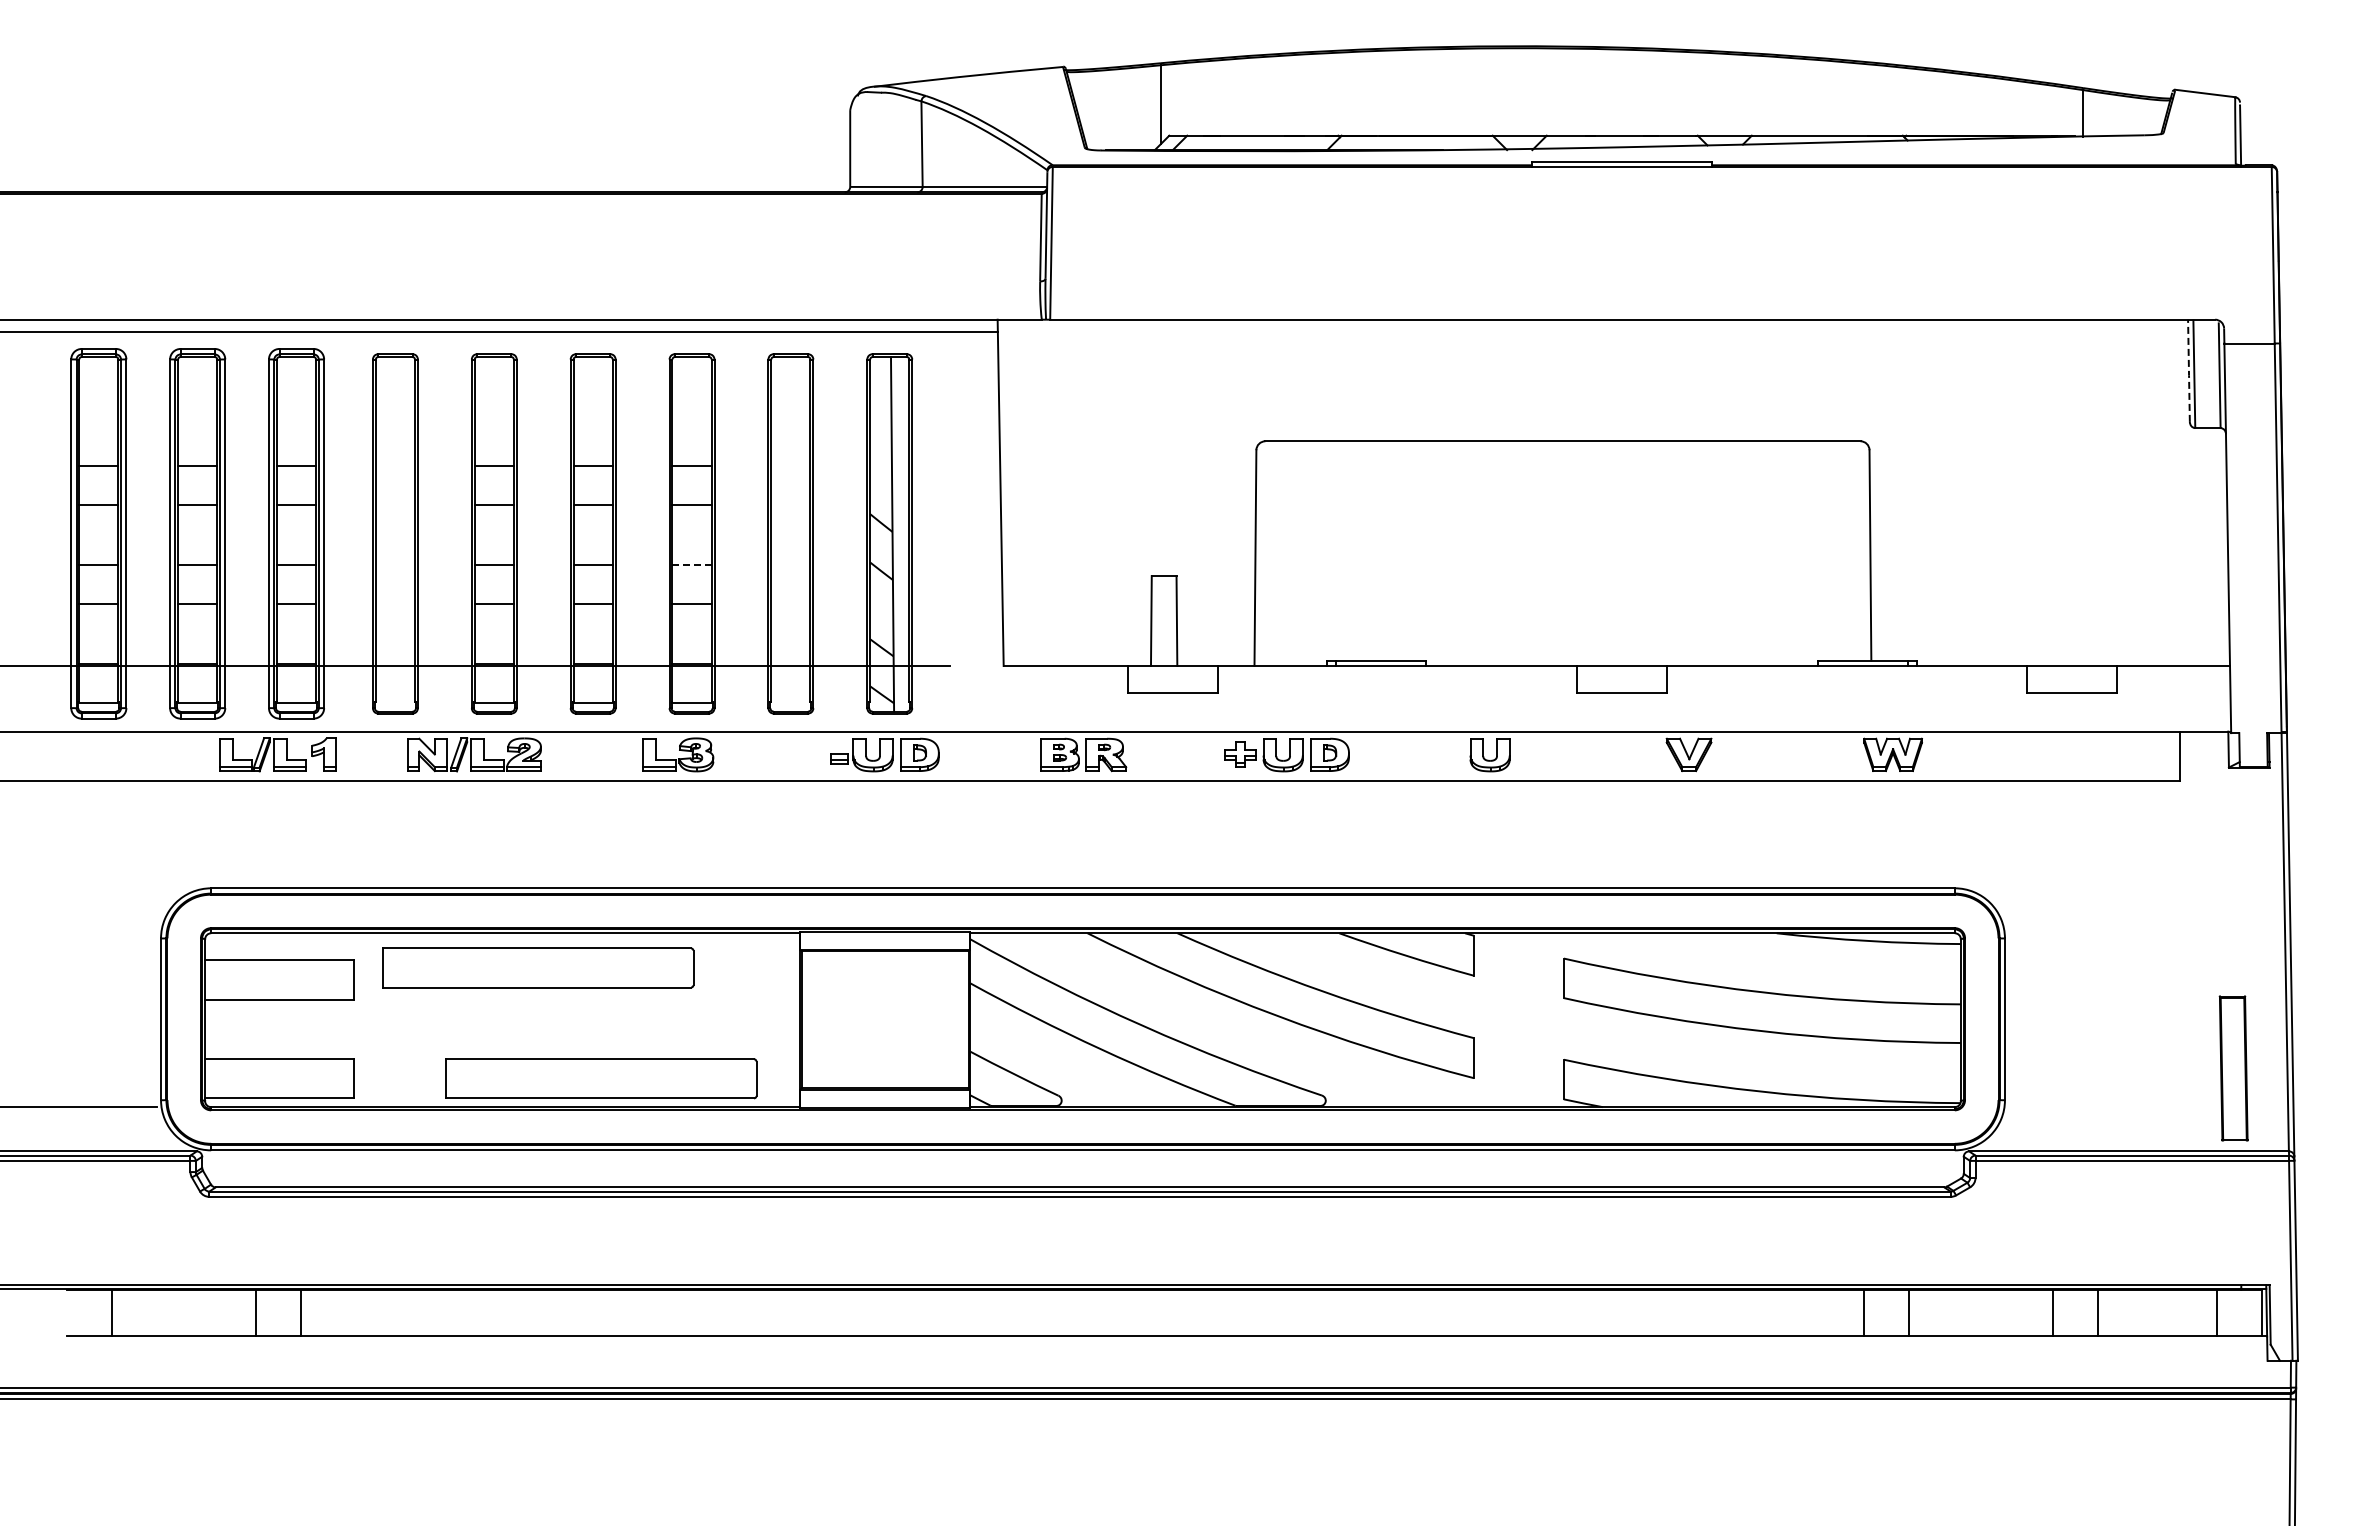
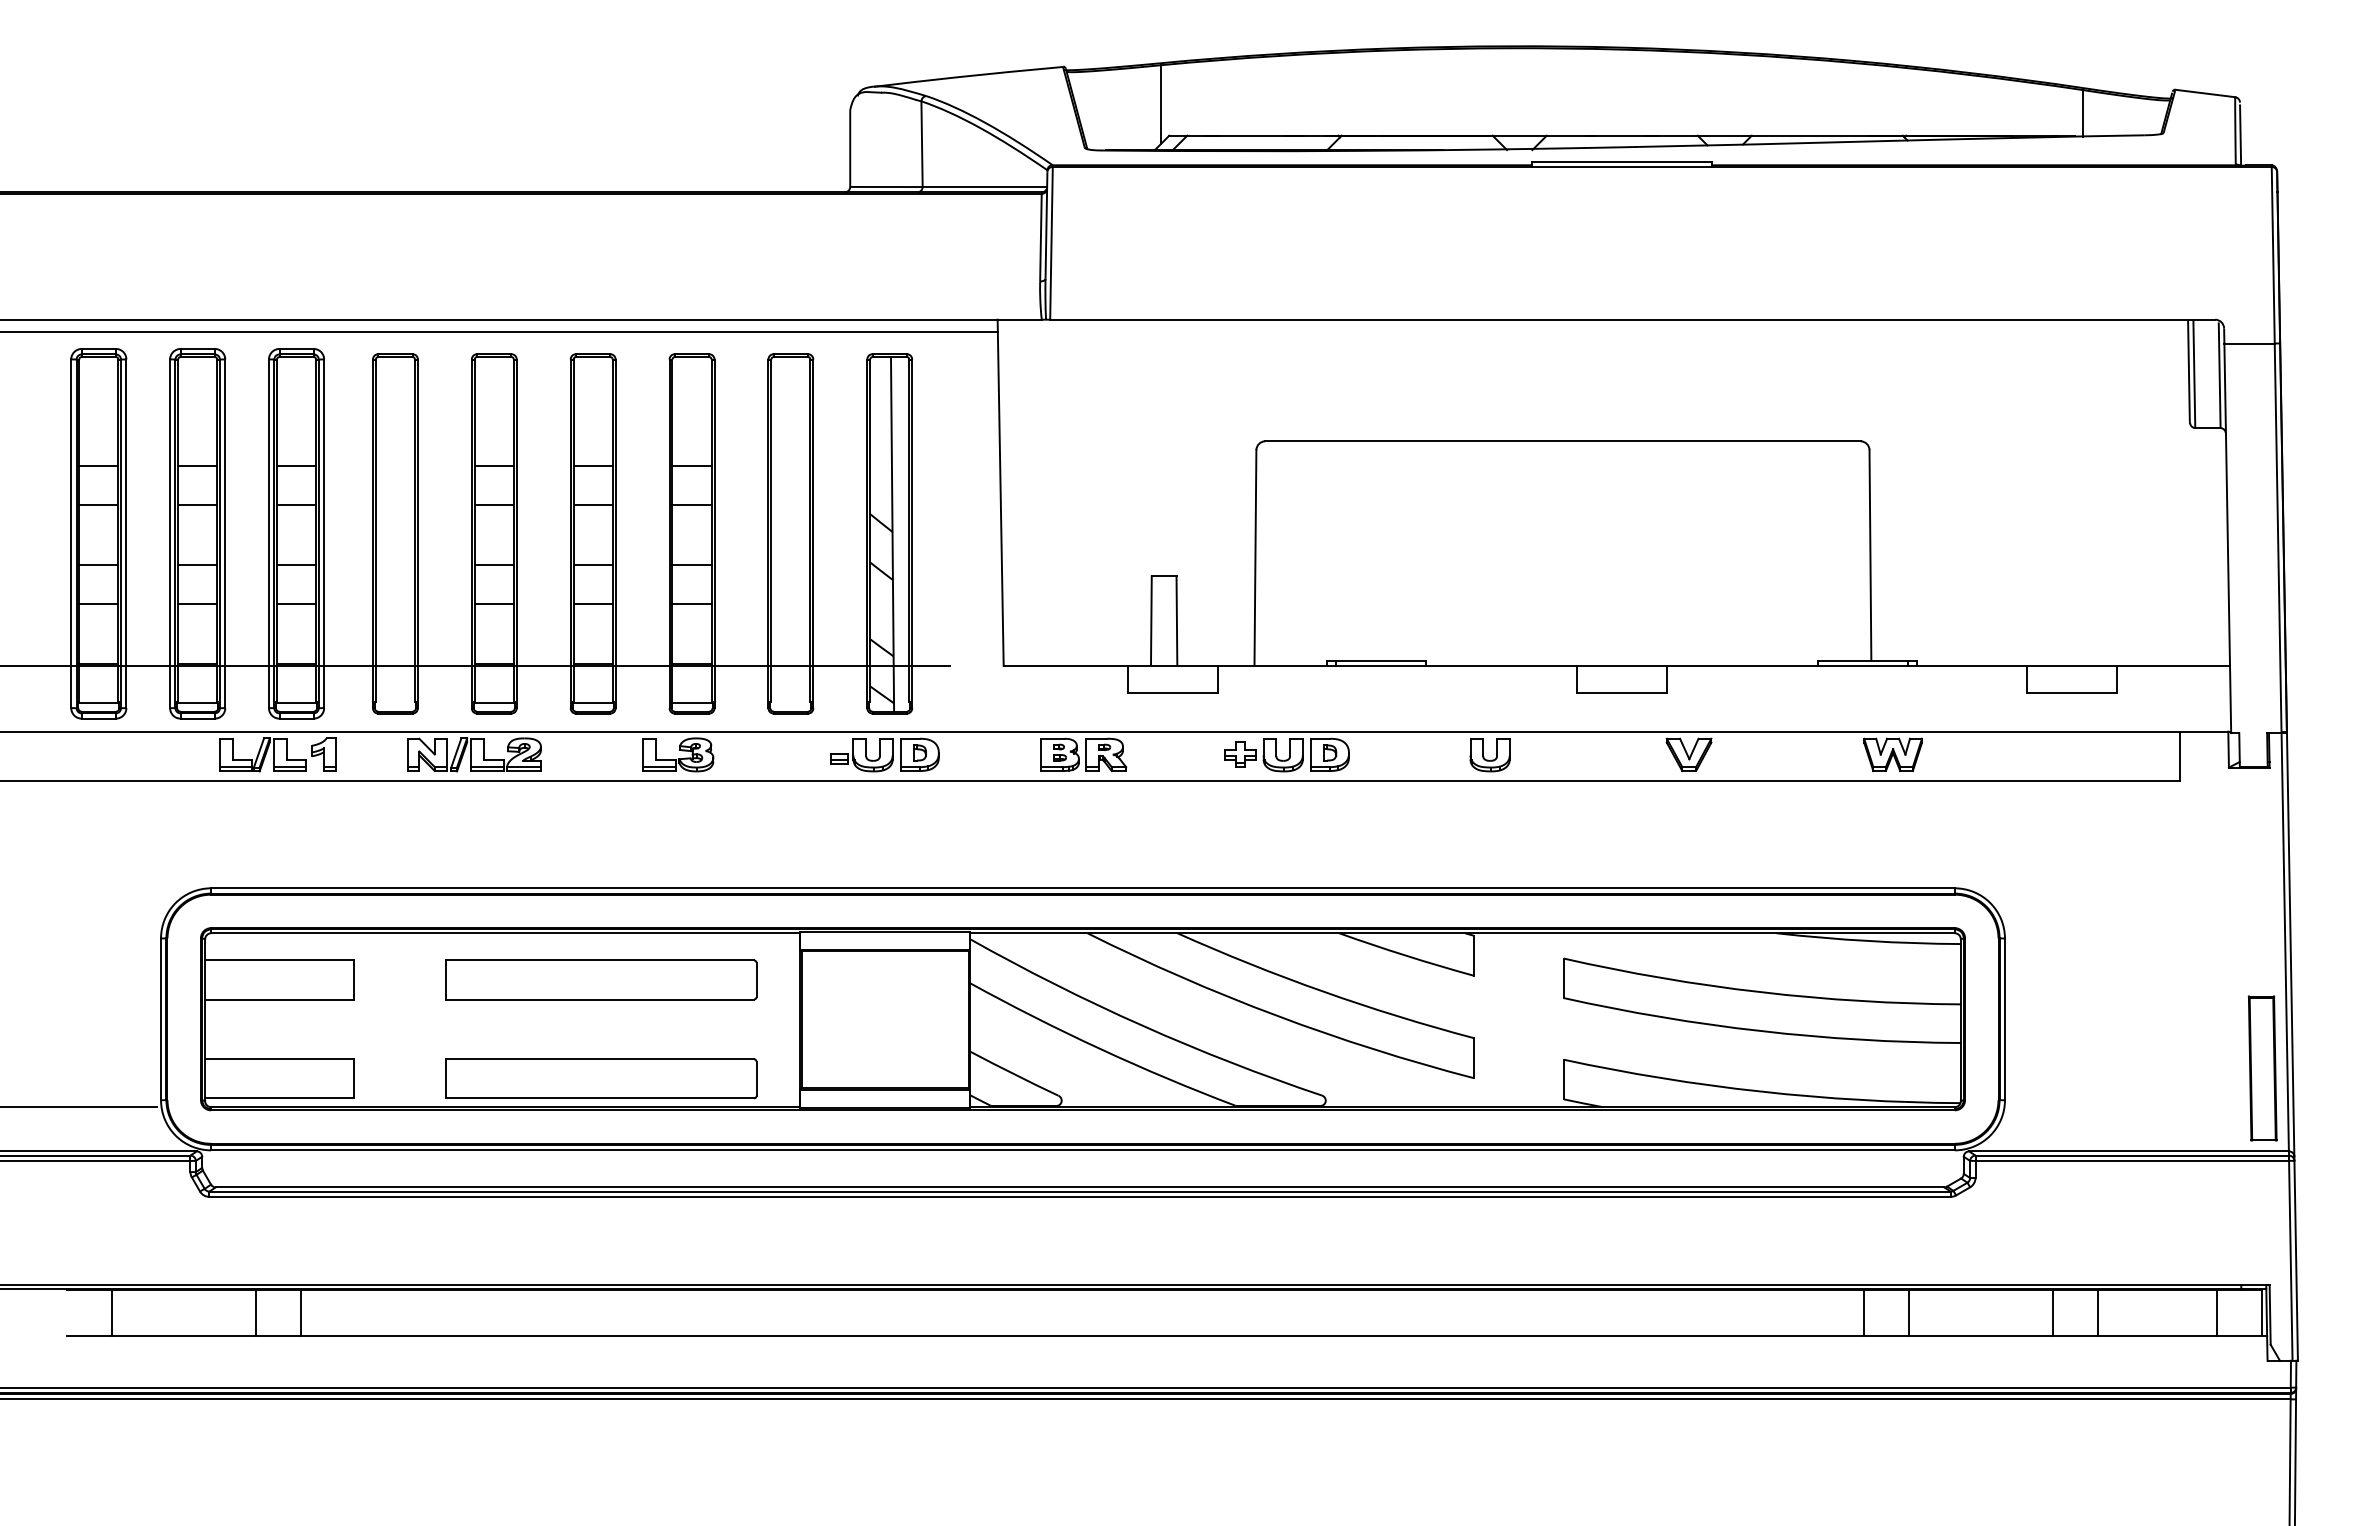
line at (2188, 370): dashed -> solid
line at (692, 565): dashed -> solid
part at (538, 967) position: (538, 967) -> (601, 979)
part at (2233, 1068) position: (2233, 1068) -> (2262, 1068)
